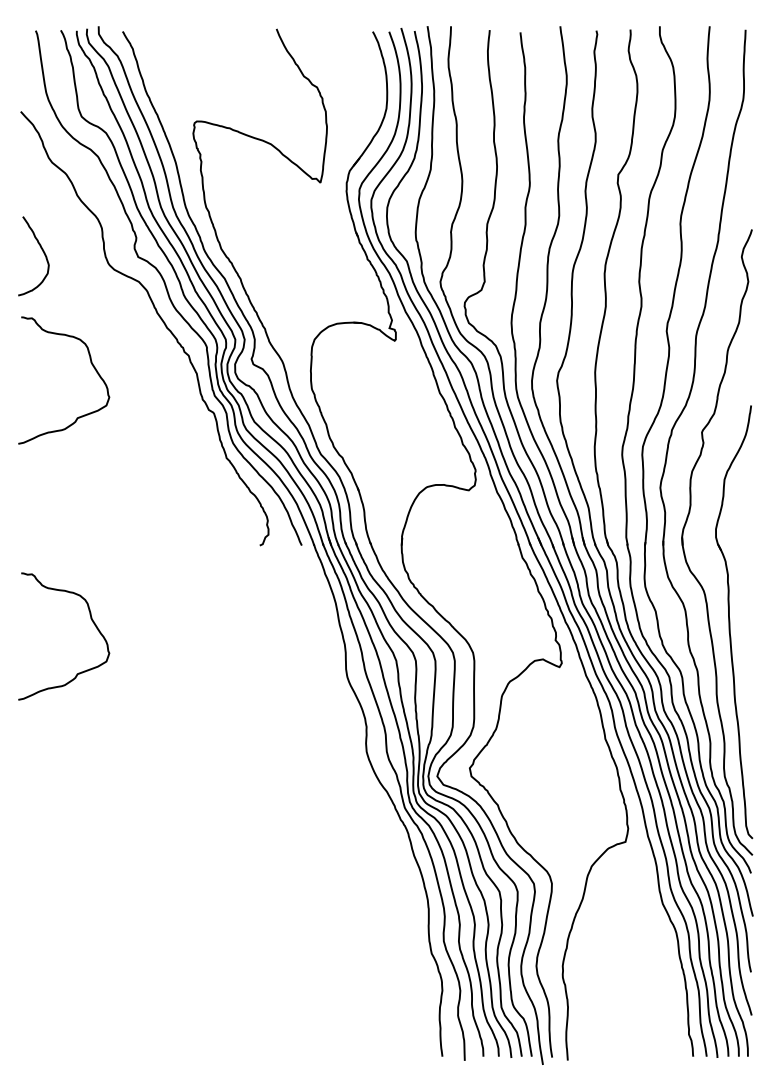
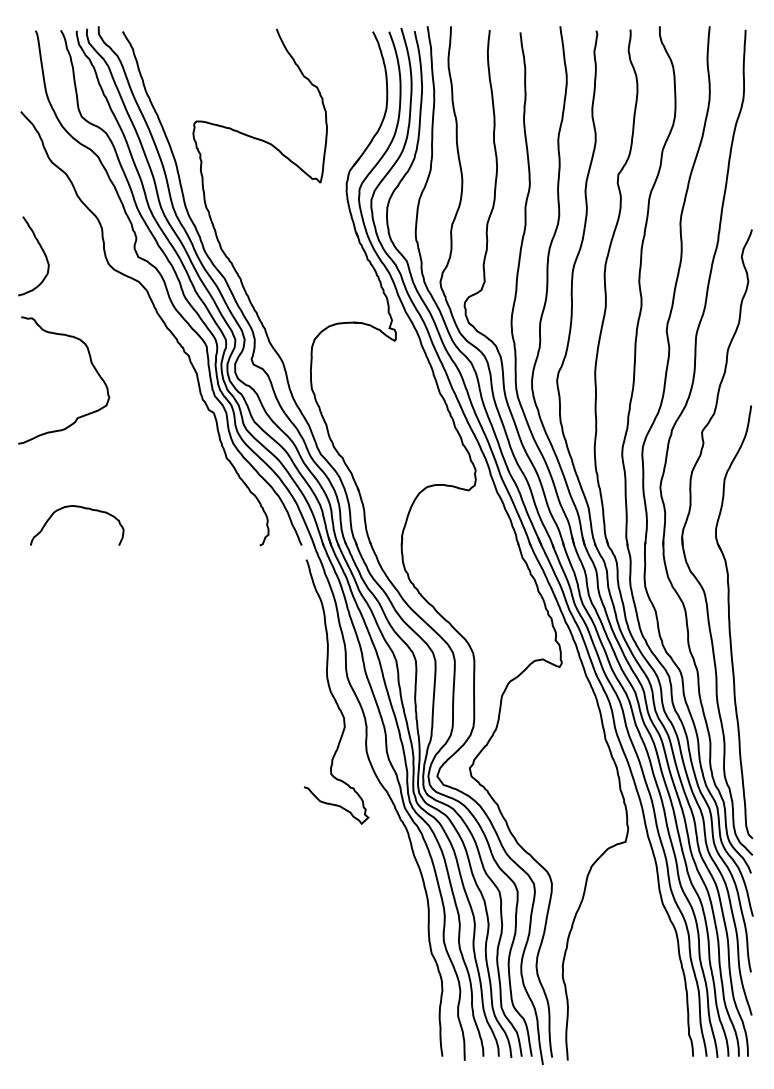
curve at (82, 508): none -> present
curve at (92, 622): present -> none
curve at (332, 692): none -> present
